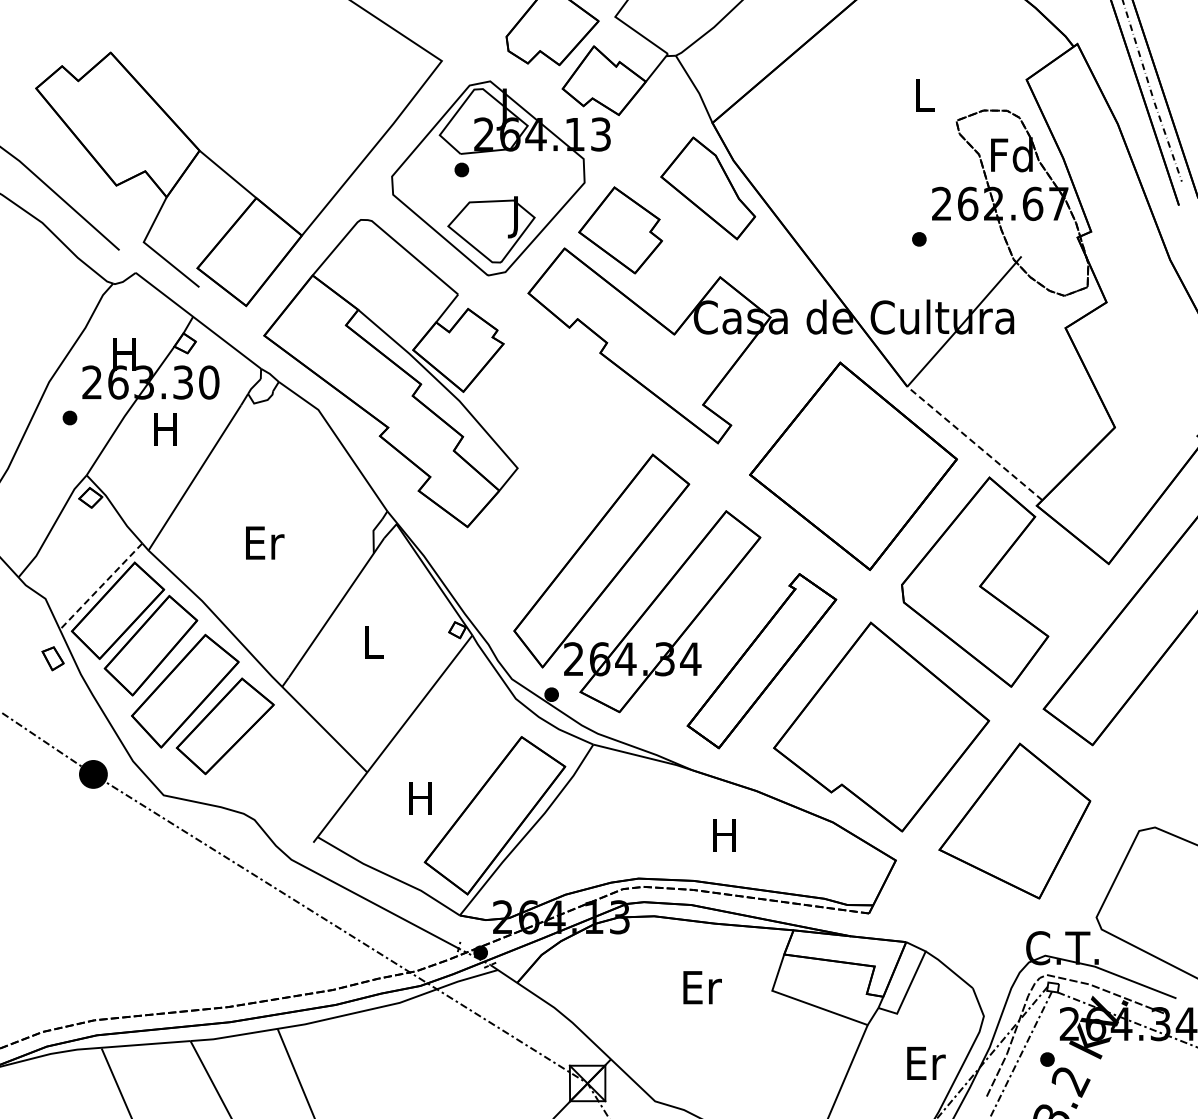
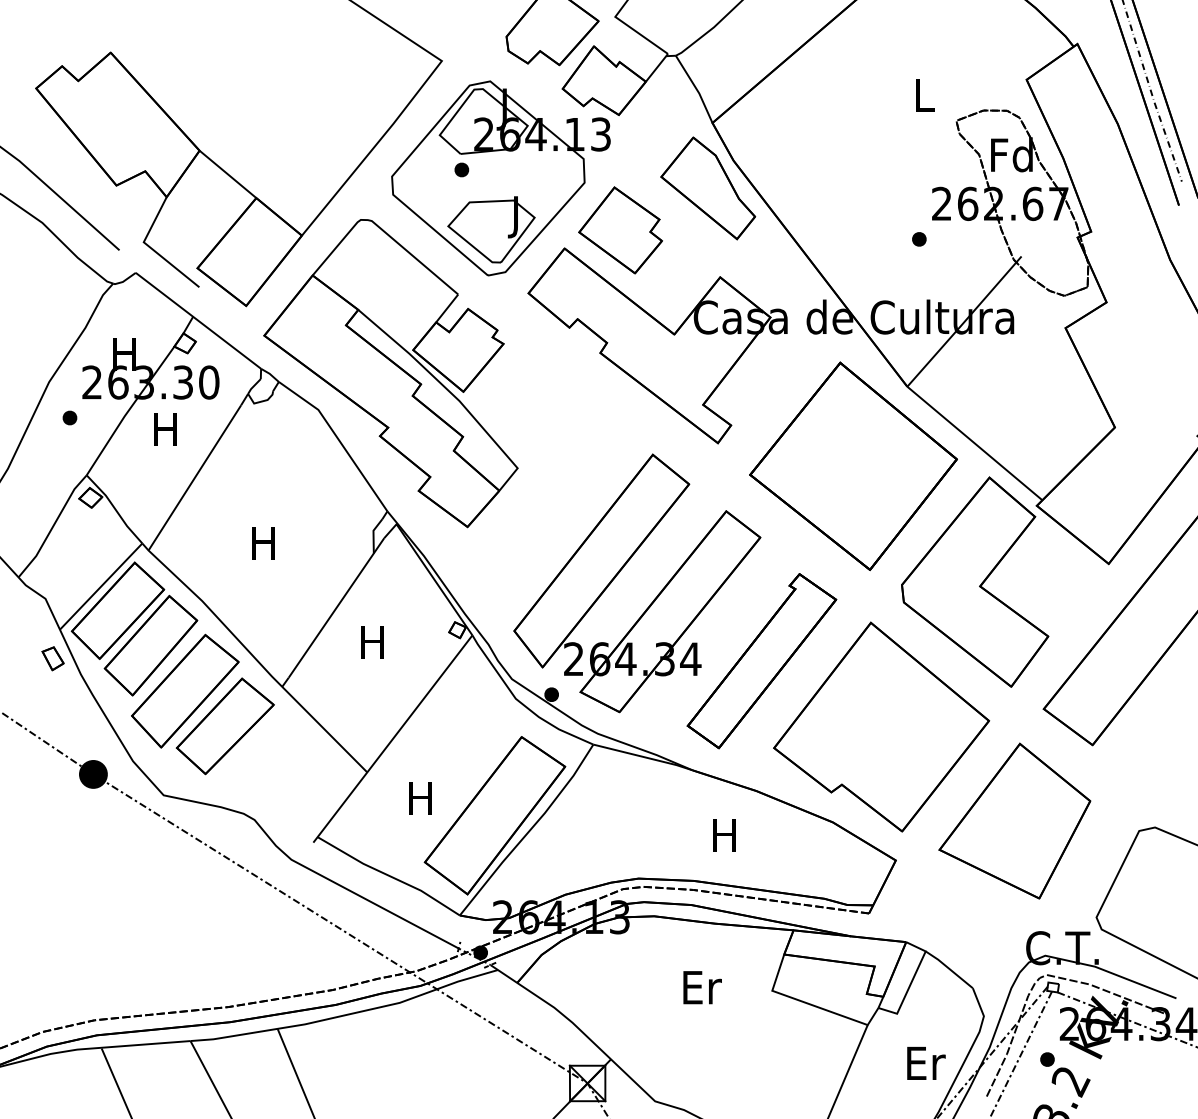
line at (974, 443): dashed -> solid
text at (265, 542): Er -> H
line at (101, 586): dashed -> solid
text at (372, 642): L -> H
